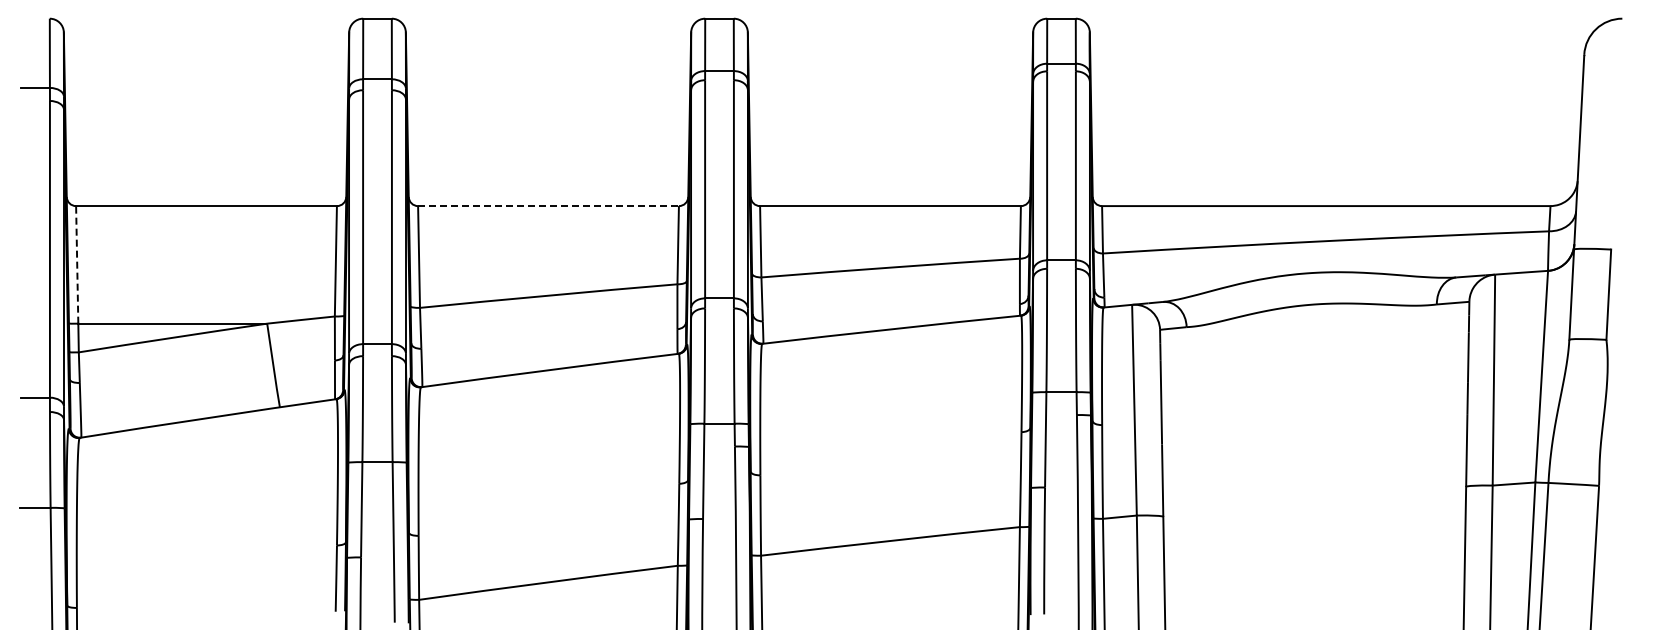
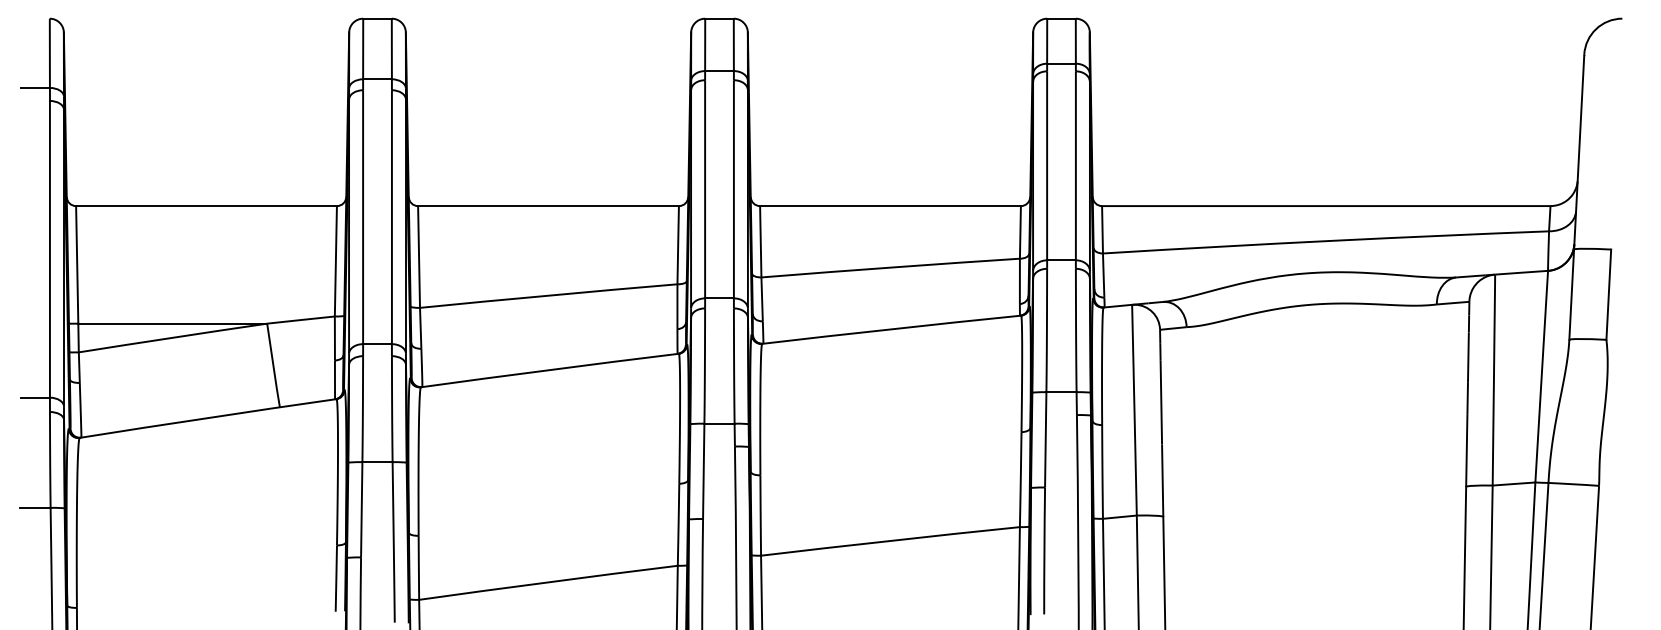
line at (549, 206): dashed -> solid
line at (77, 264): dashed -> solid
